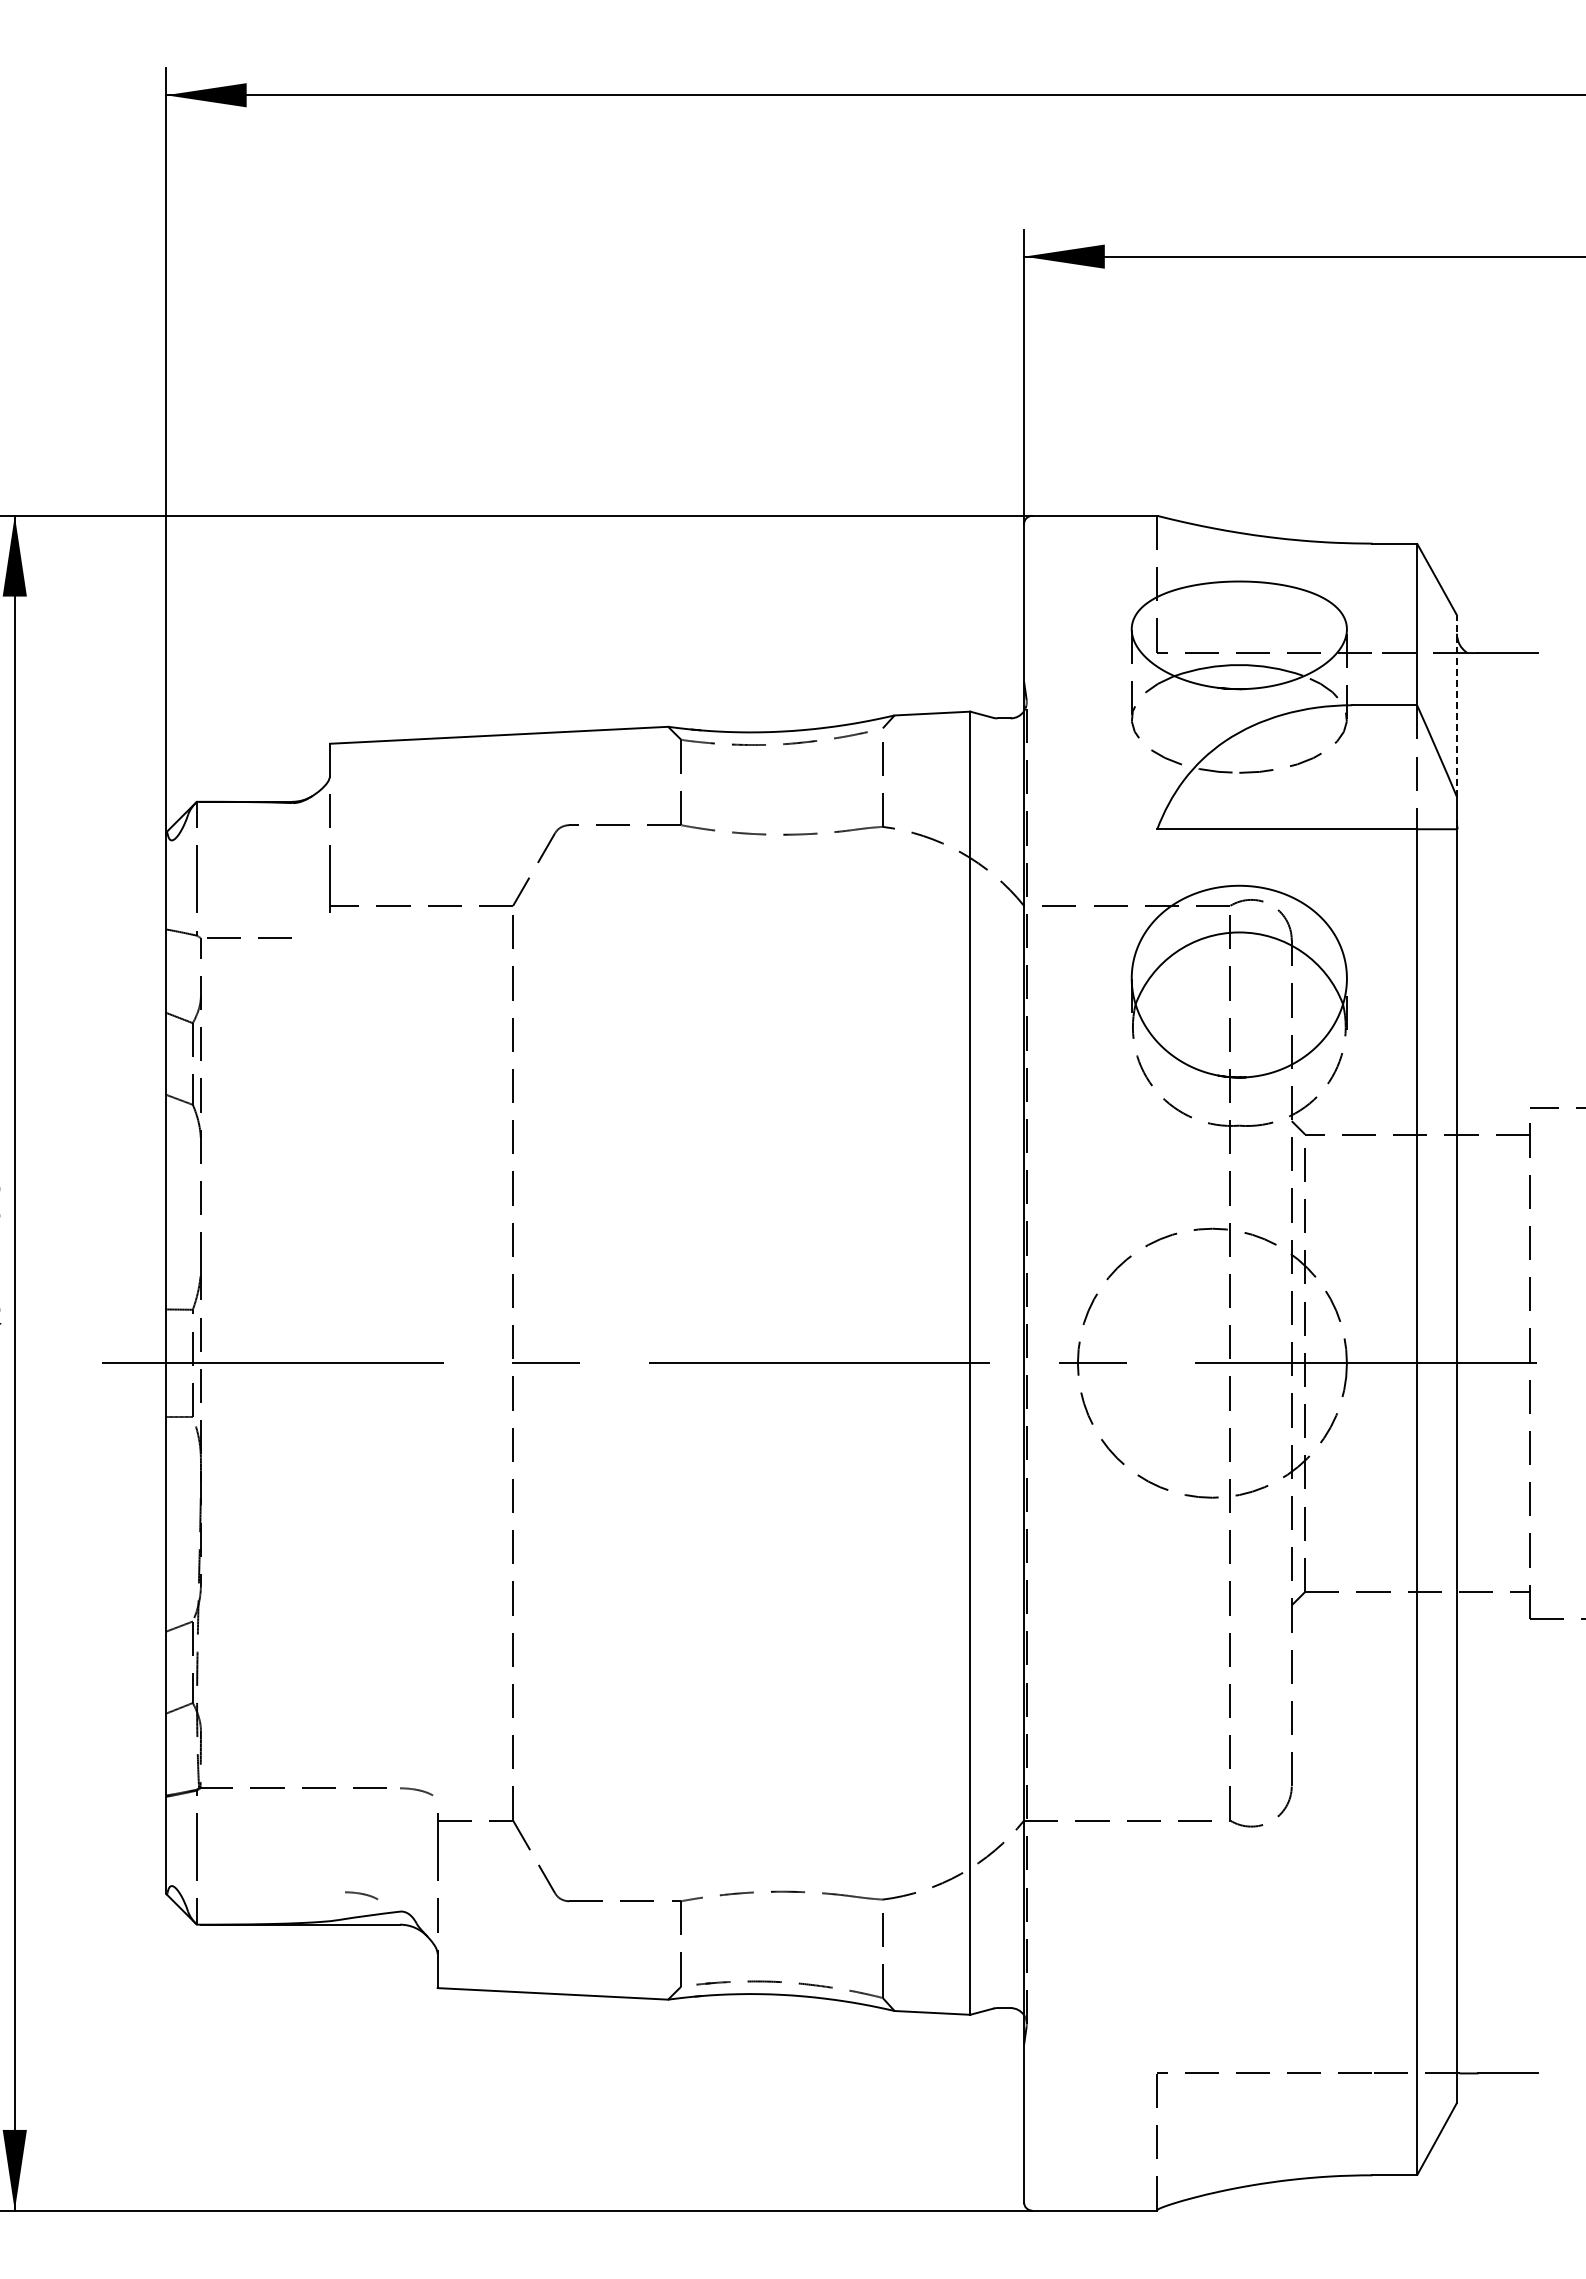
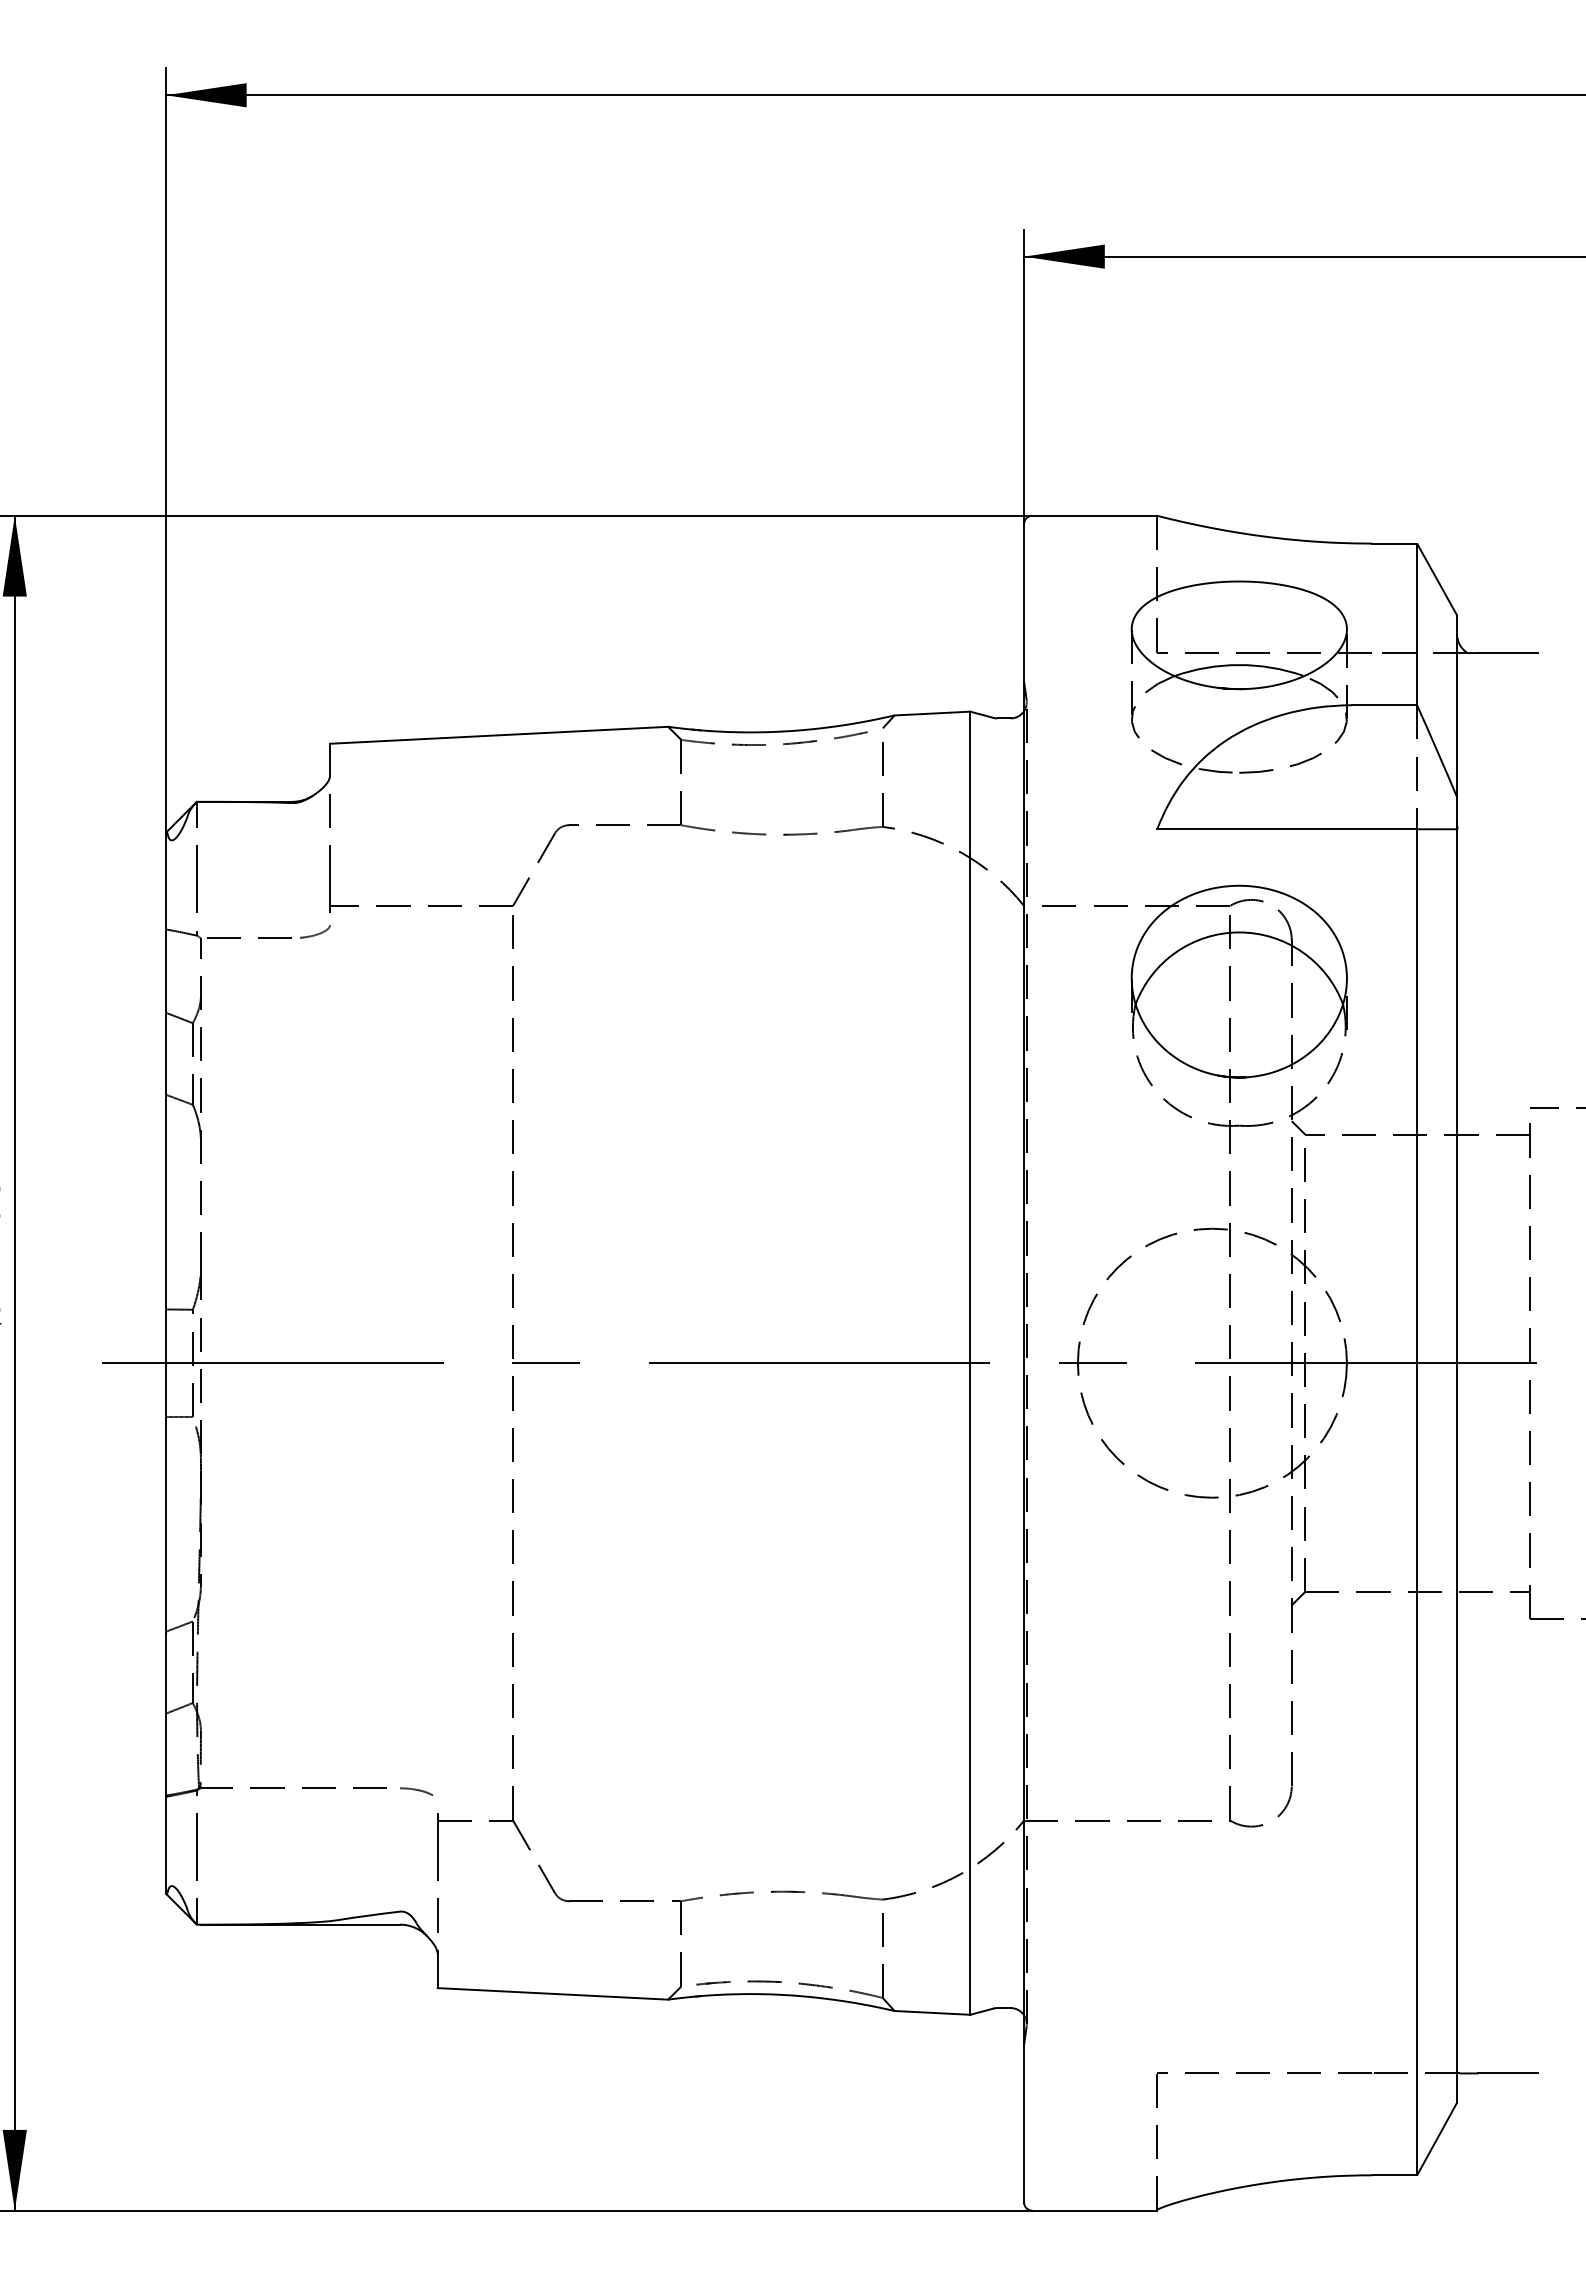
line at (1456, 706): dashed -> solid
curve at (316, 933): none -> present
curve at (361, 1894): present -> none
